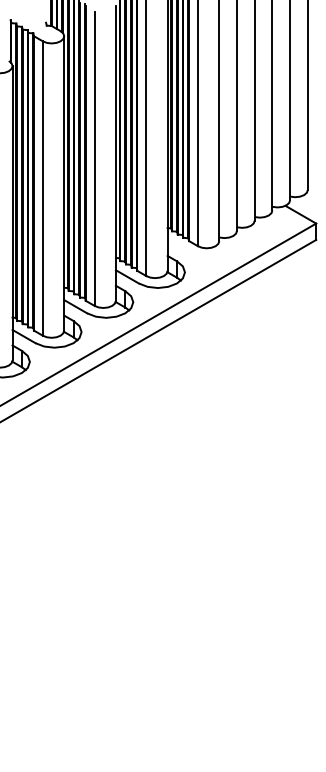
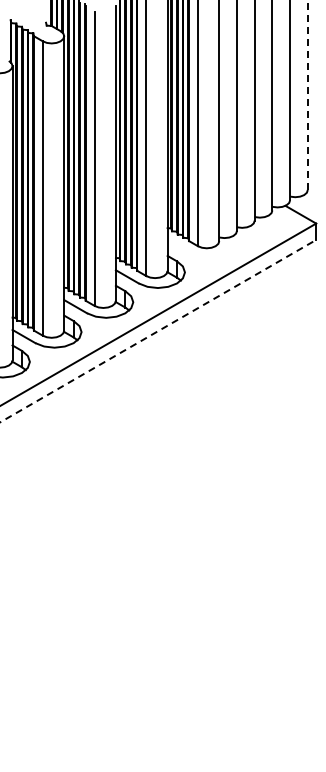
line at (307, 95): solid -> dashed
line at (158, 330): solid -> dashed
